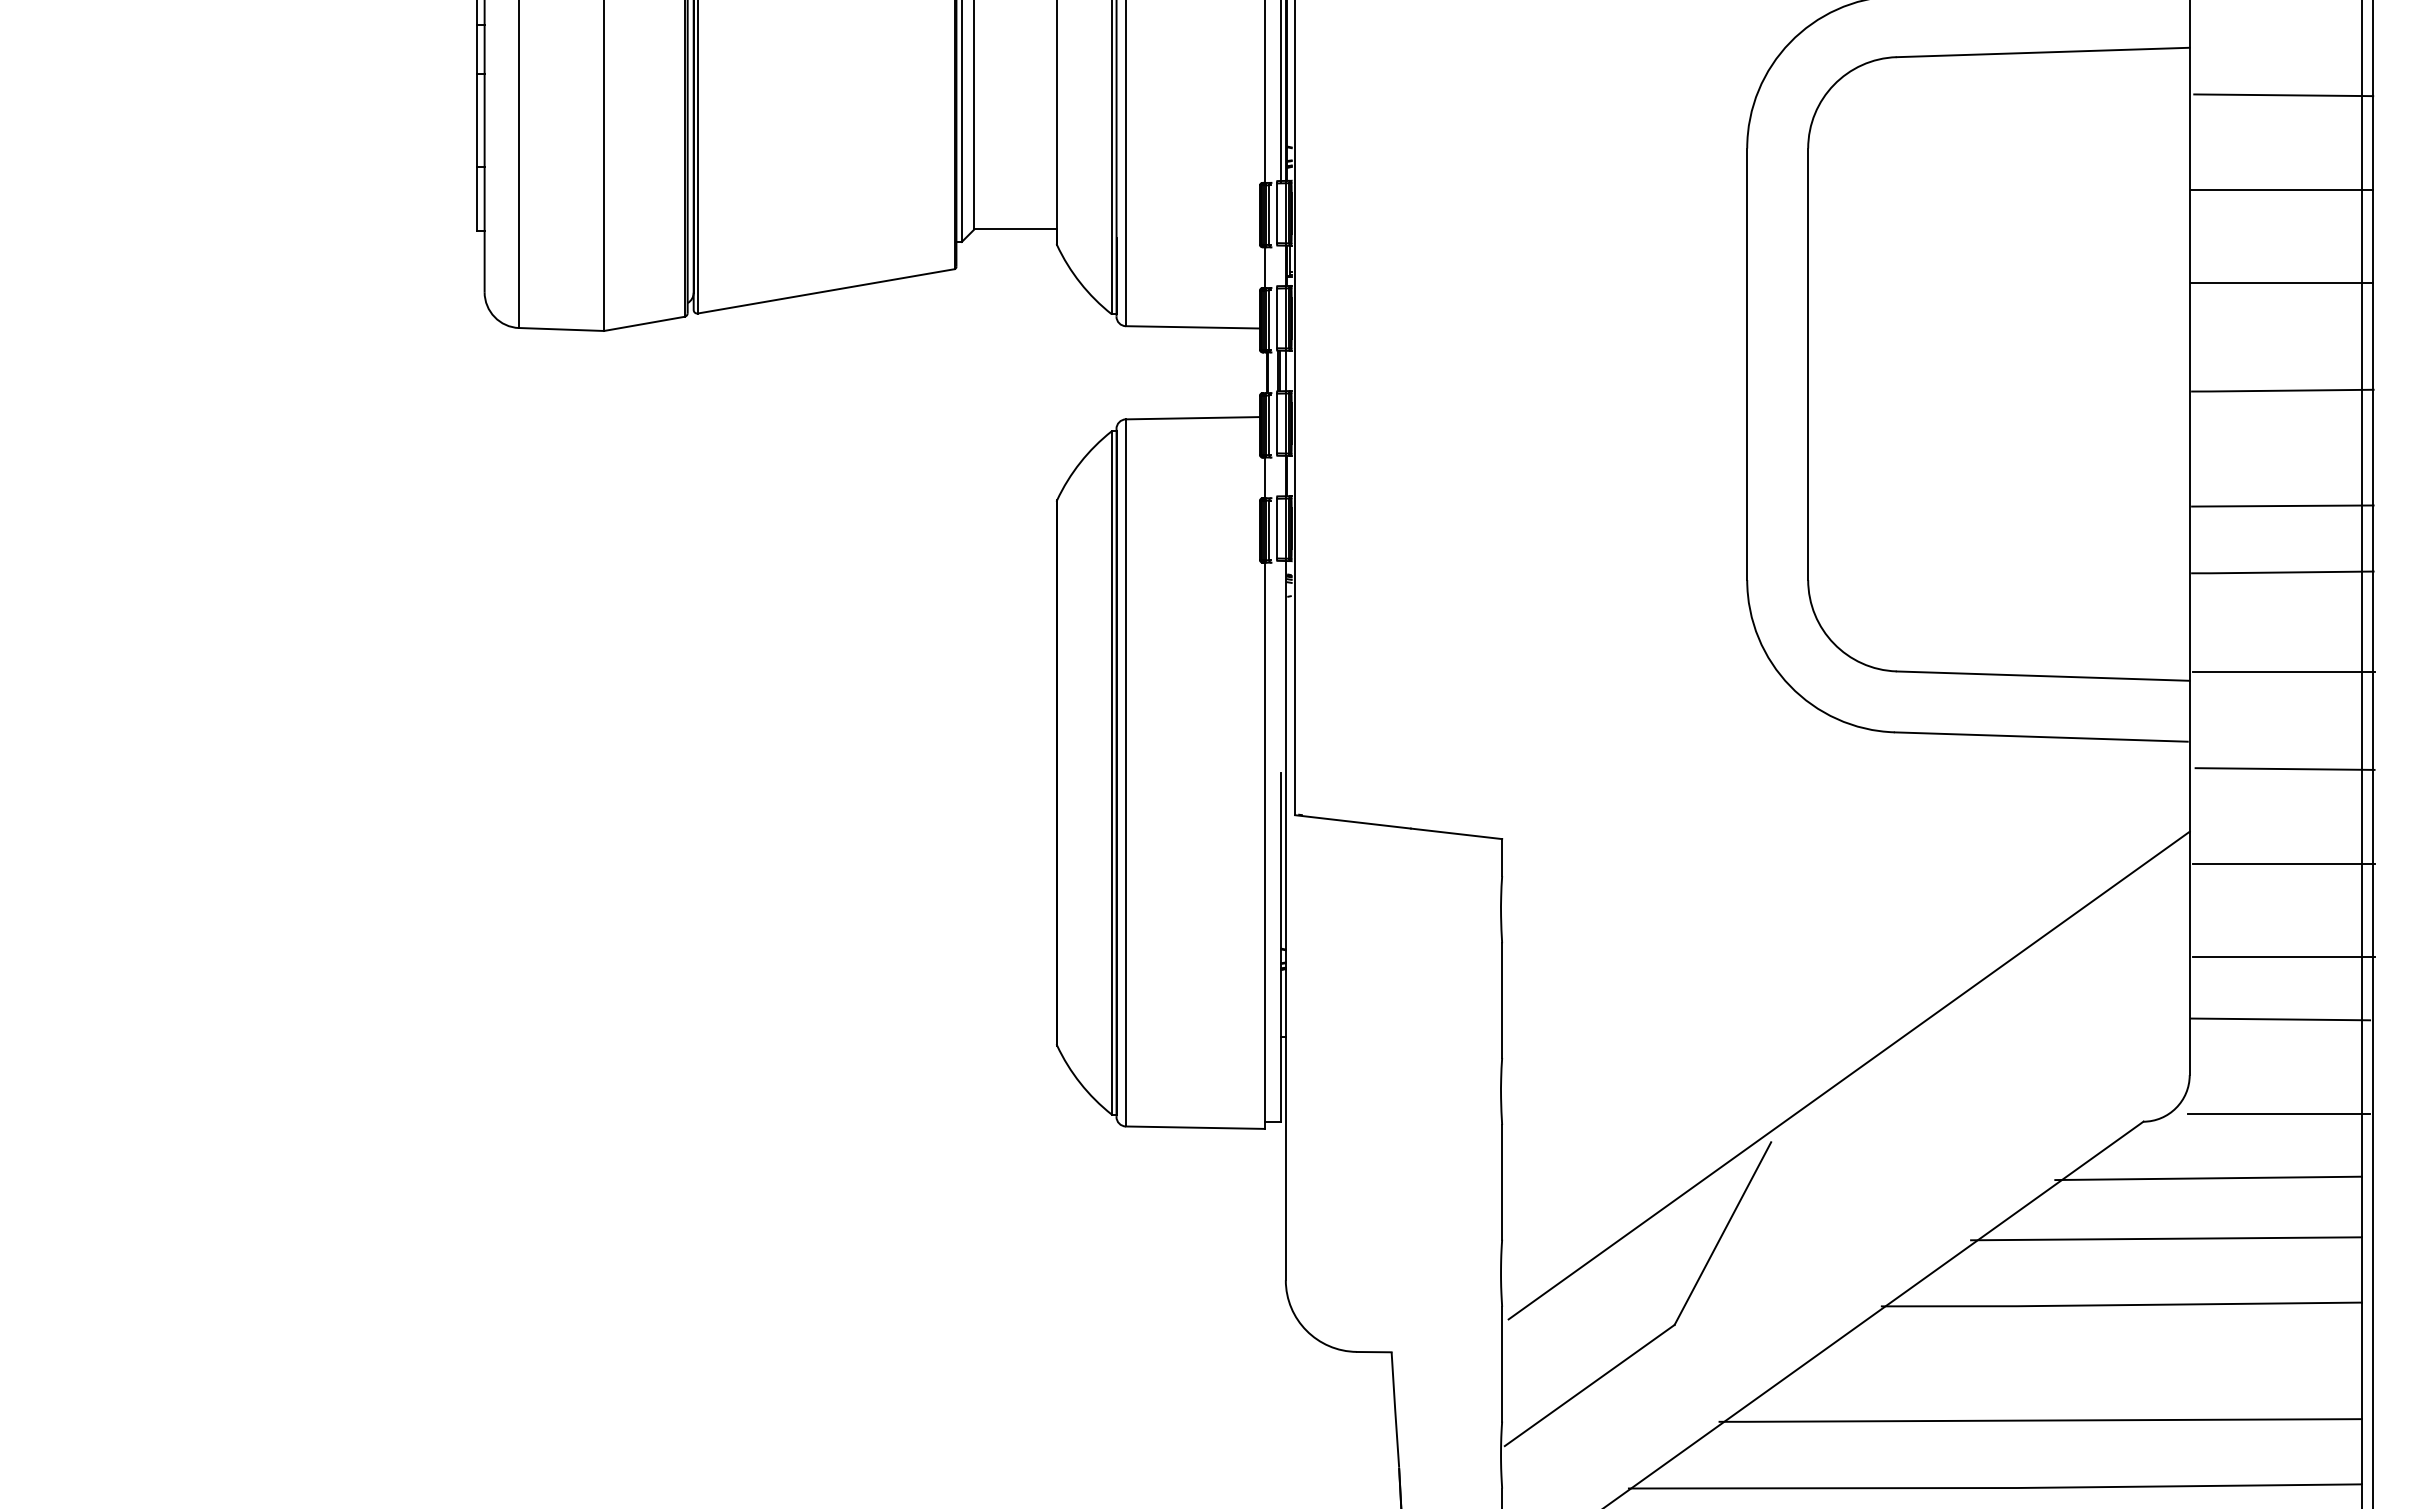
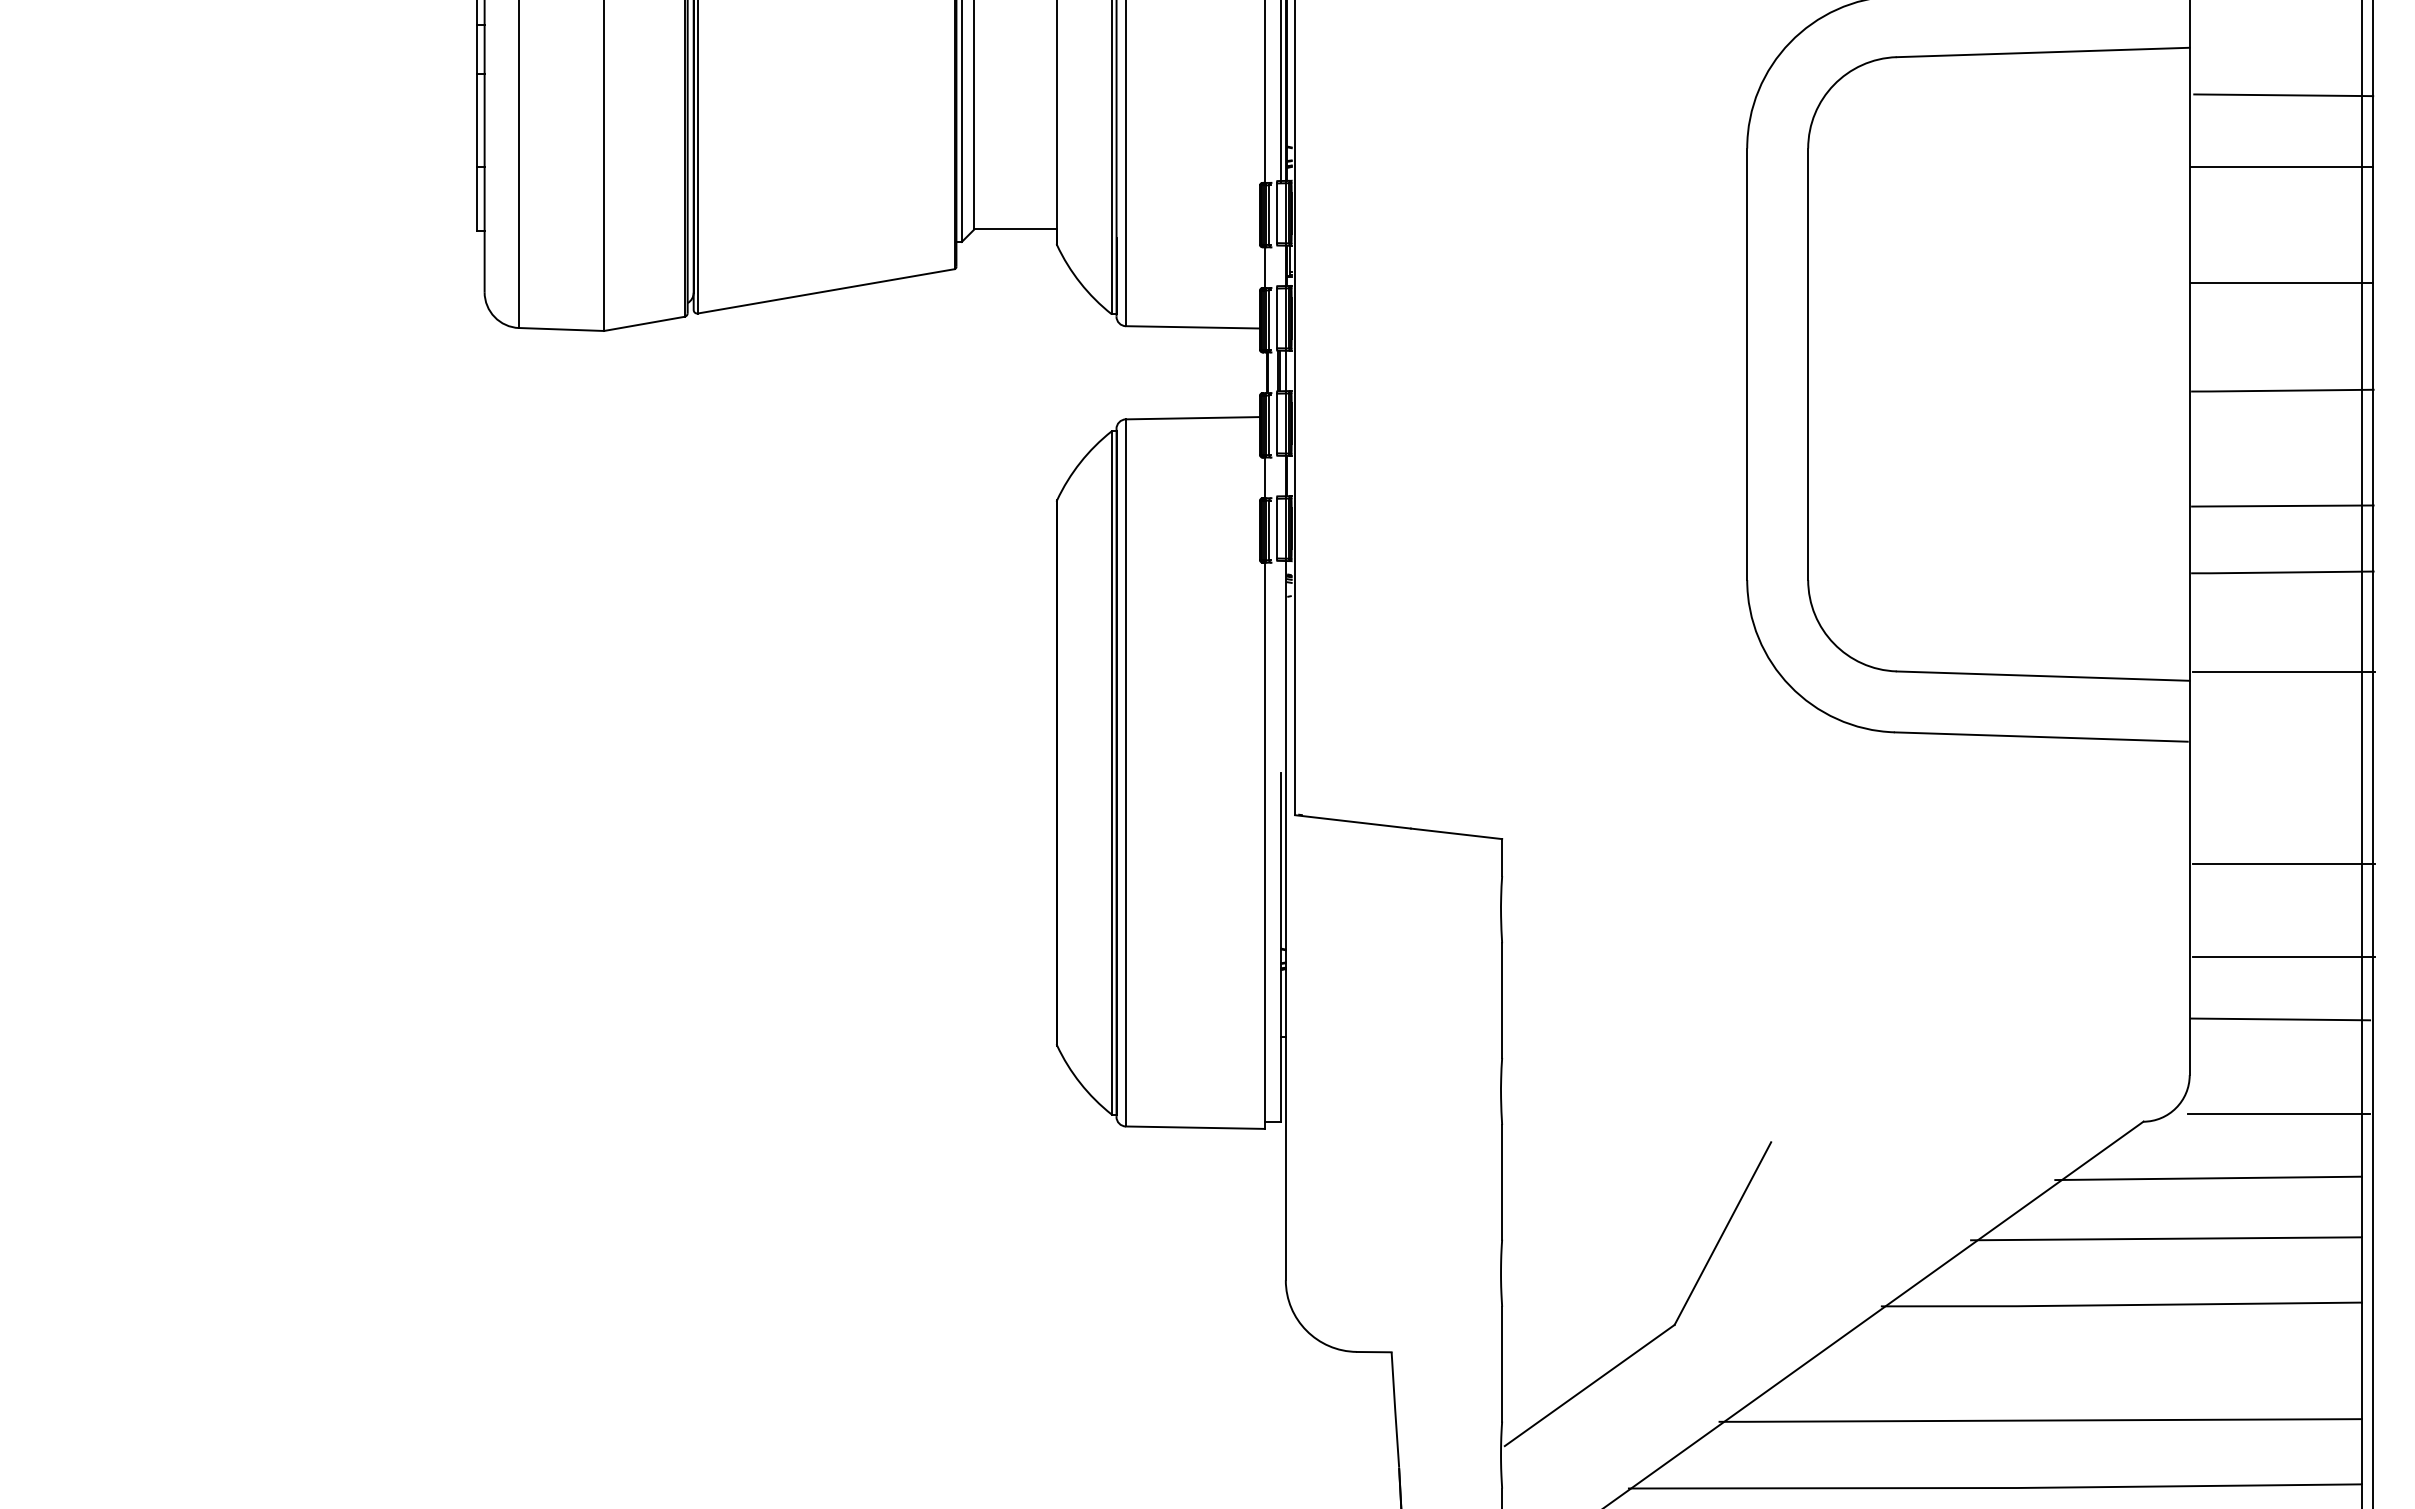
line at (2282, 190) position: (2282, 190) -> (2282, 167)
line at (2284, 768): present -> none
line at (1848, 1075): present -> none
